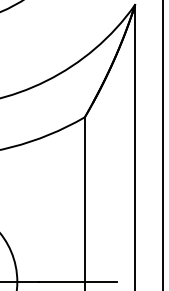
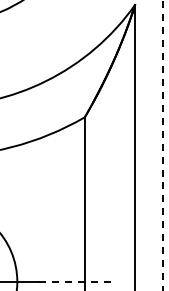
line at (163, 145): solid -> dashed
line at (78, 281): solid -> dashed
